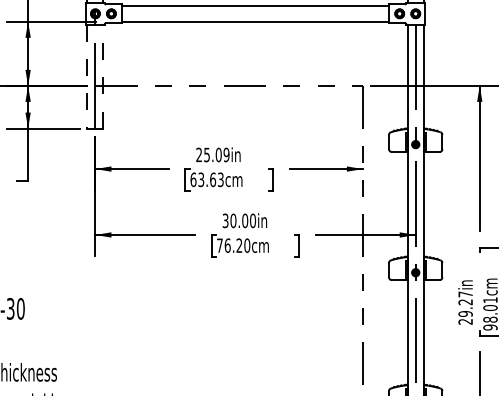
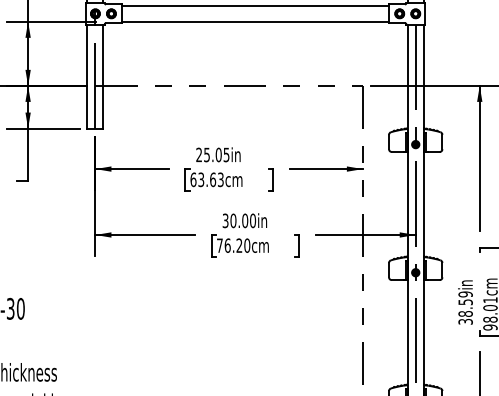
line at (103, 76): dashed -> solid
line at (87, 77): dashed -> solid
text at (226, 154): 25.09in -> 25.05in
text at (465, 307): 29.27in -> 38.59in
